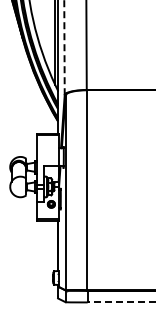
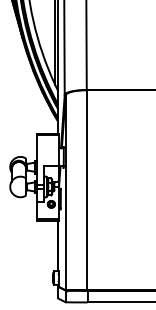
line at (64, 47): dashed -> solid
line at (121, 302): dashed -> solid
